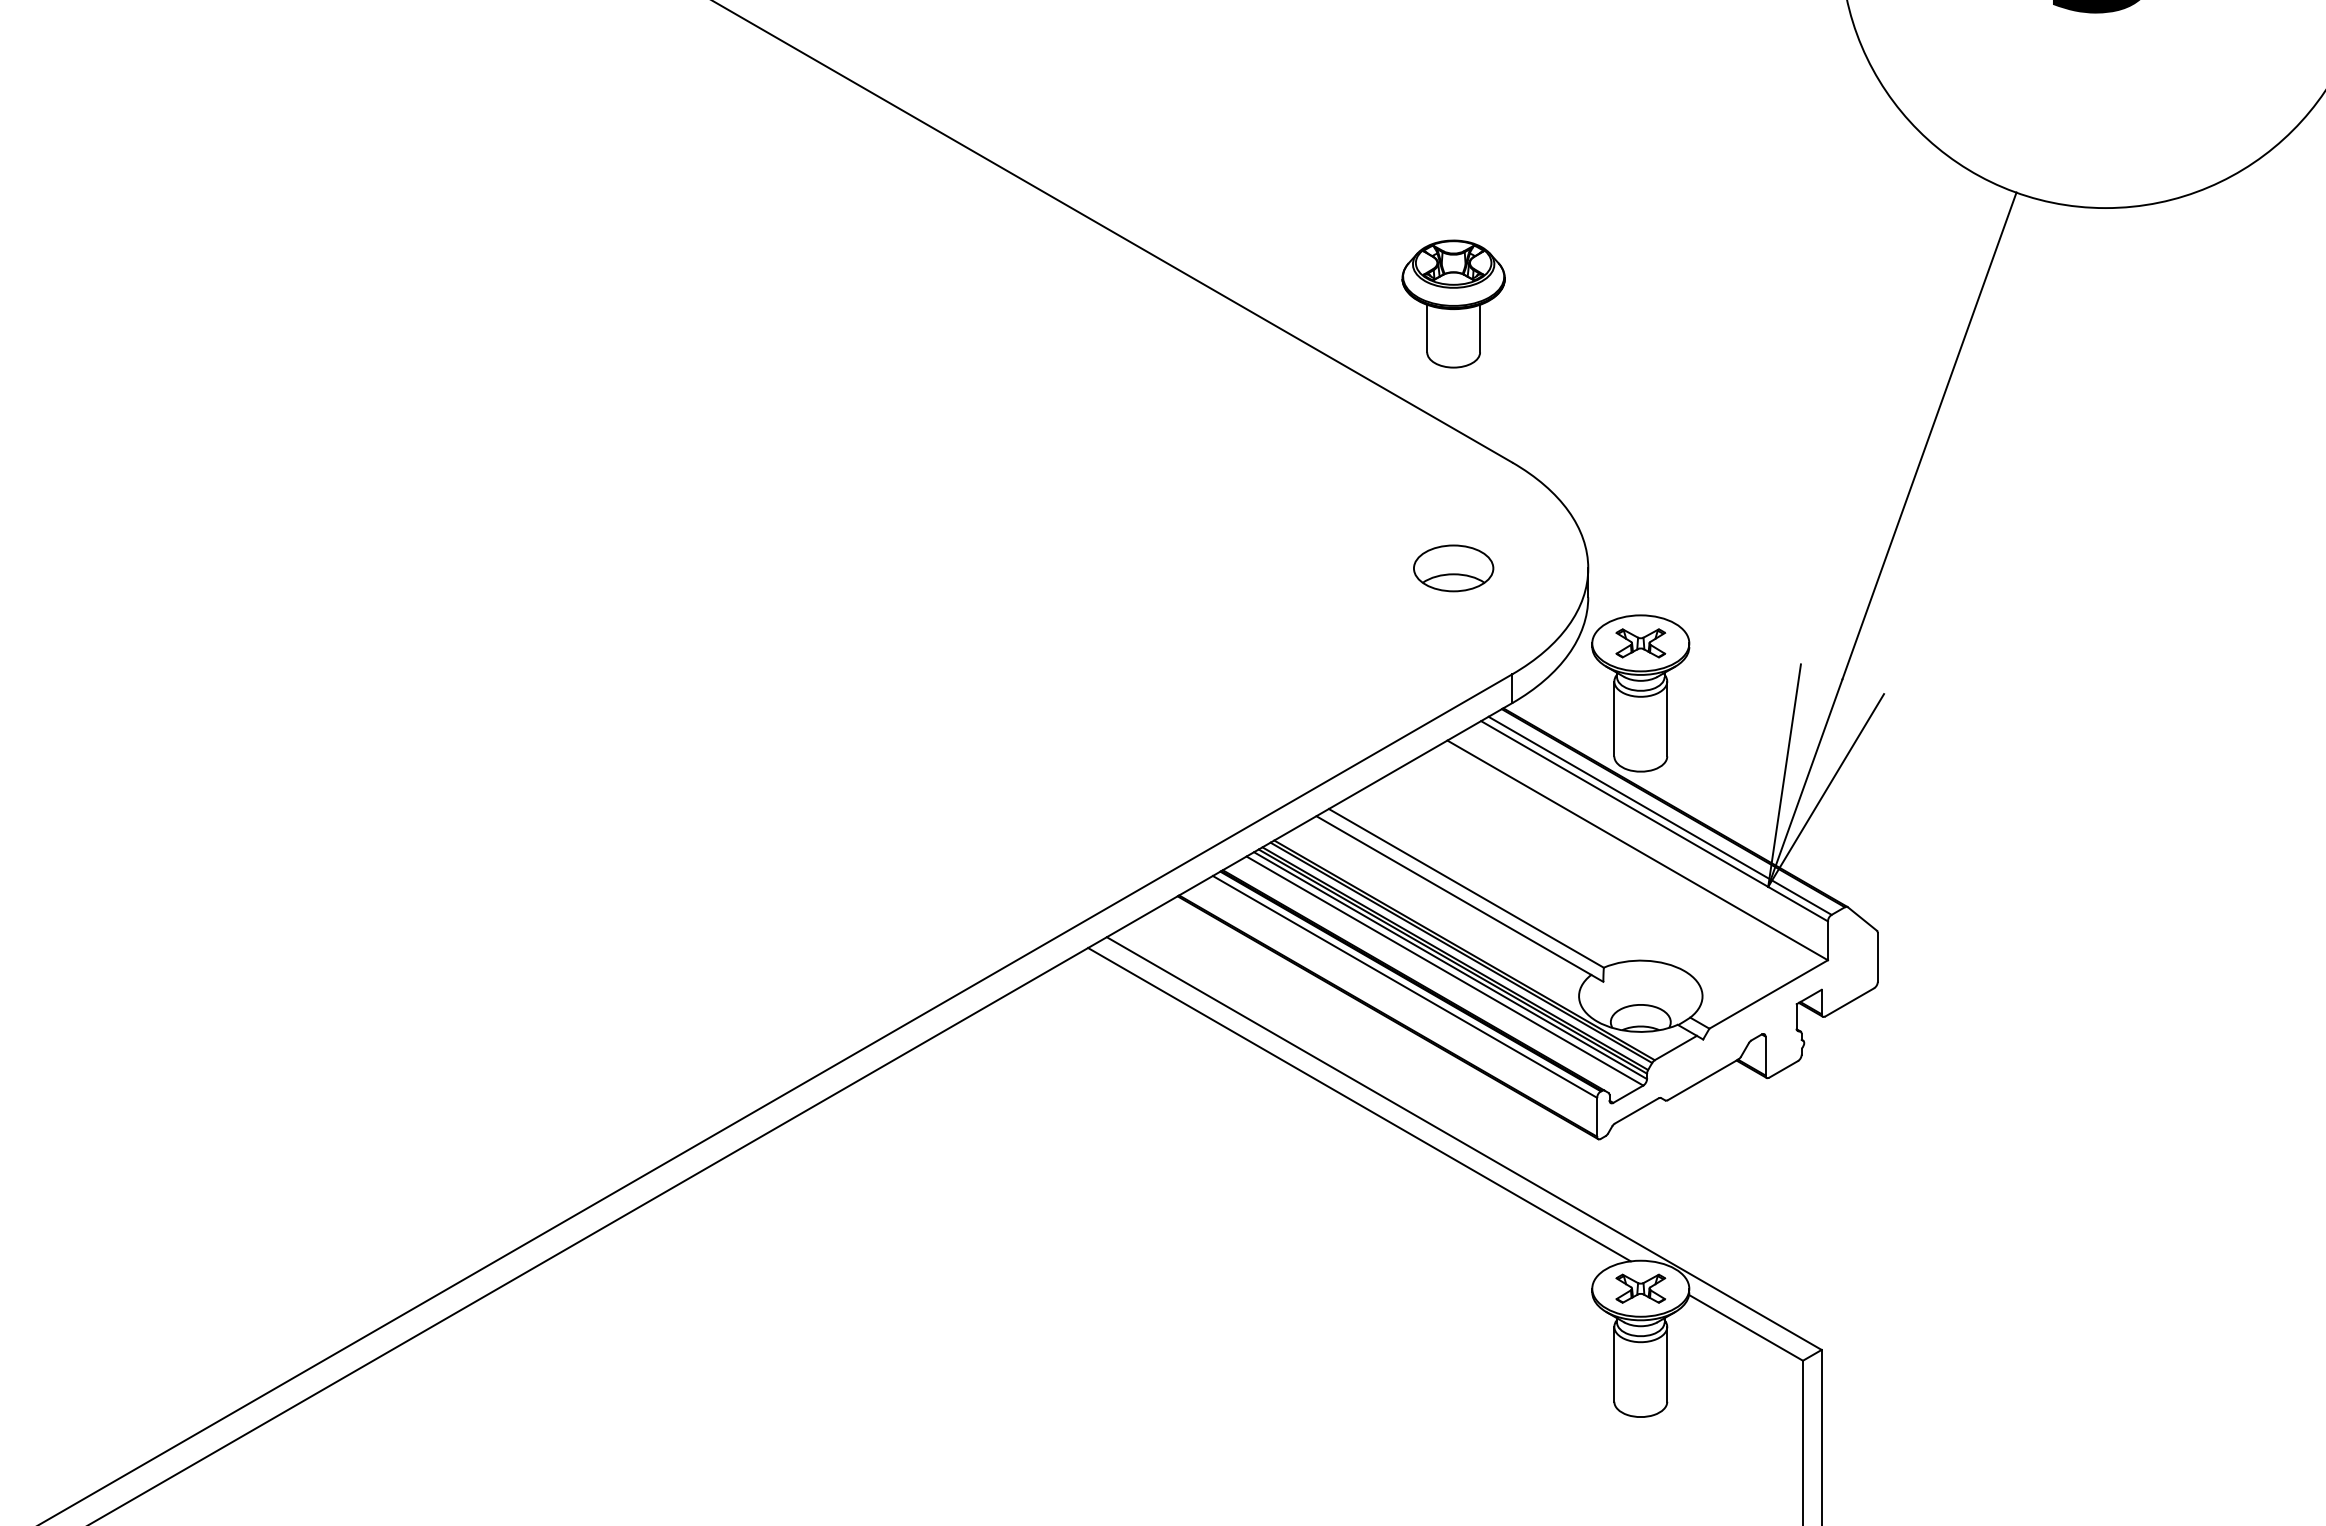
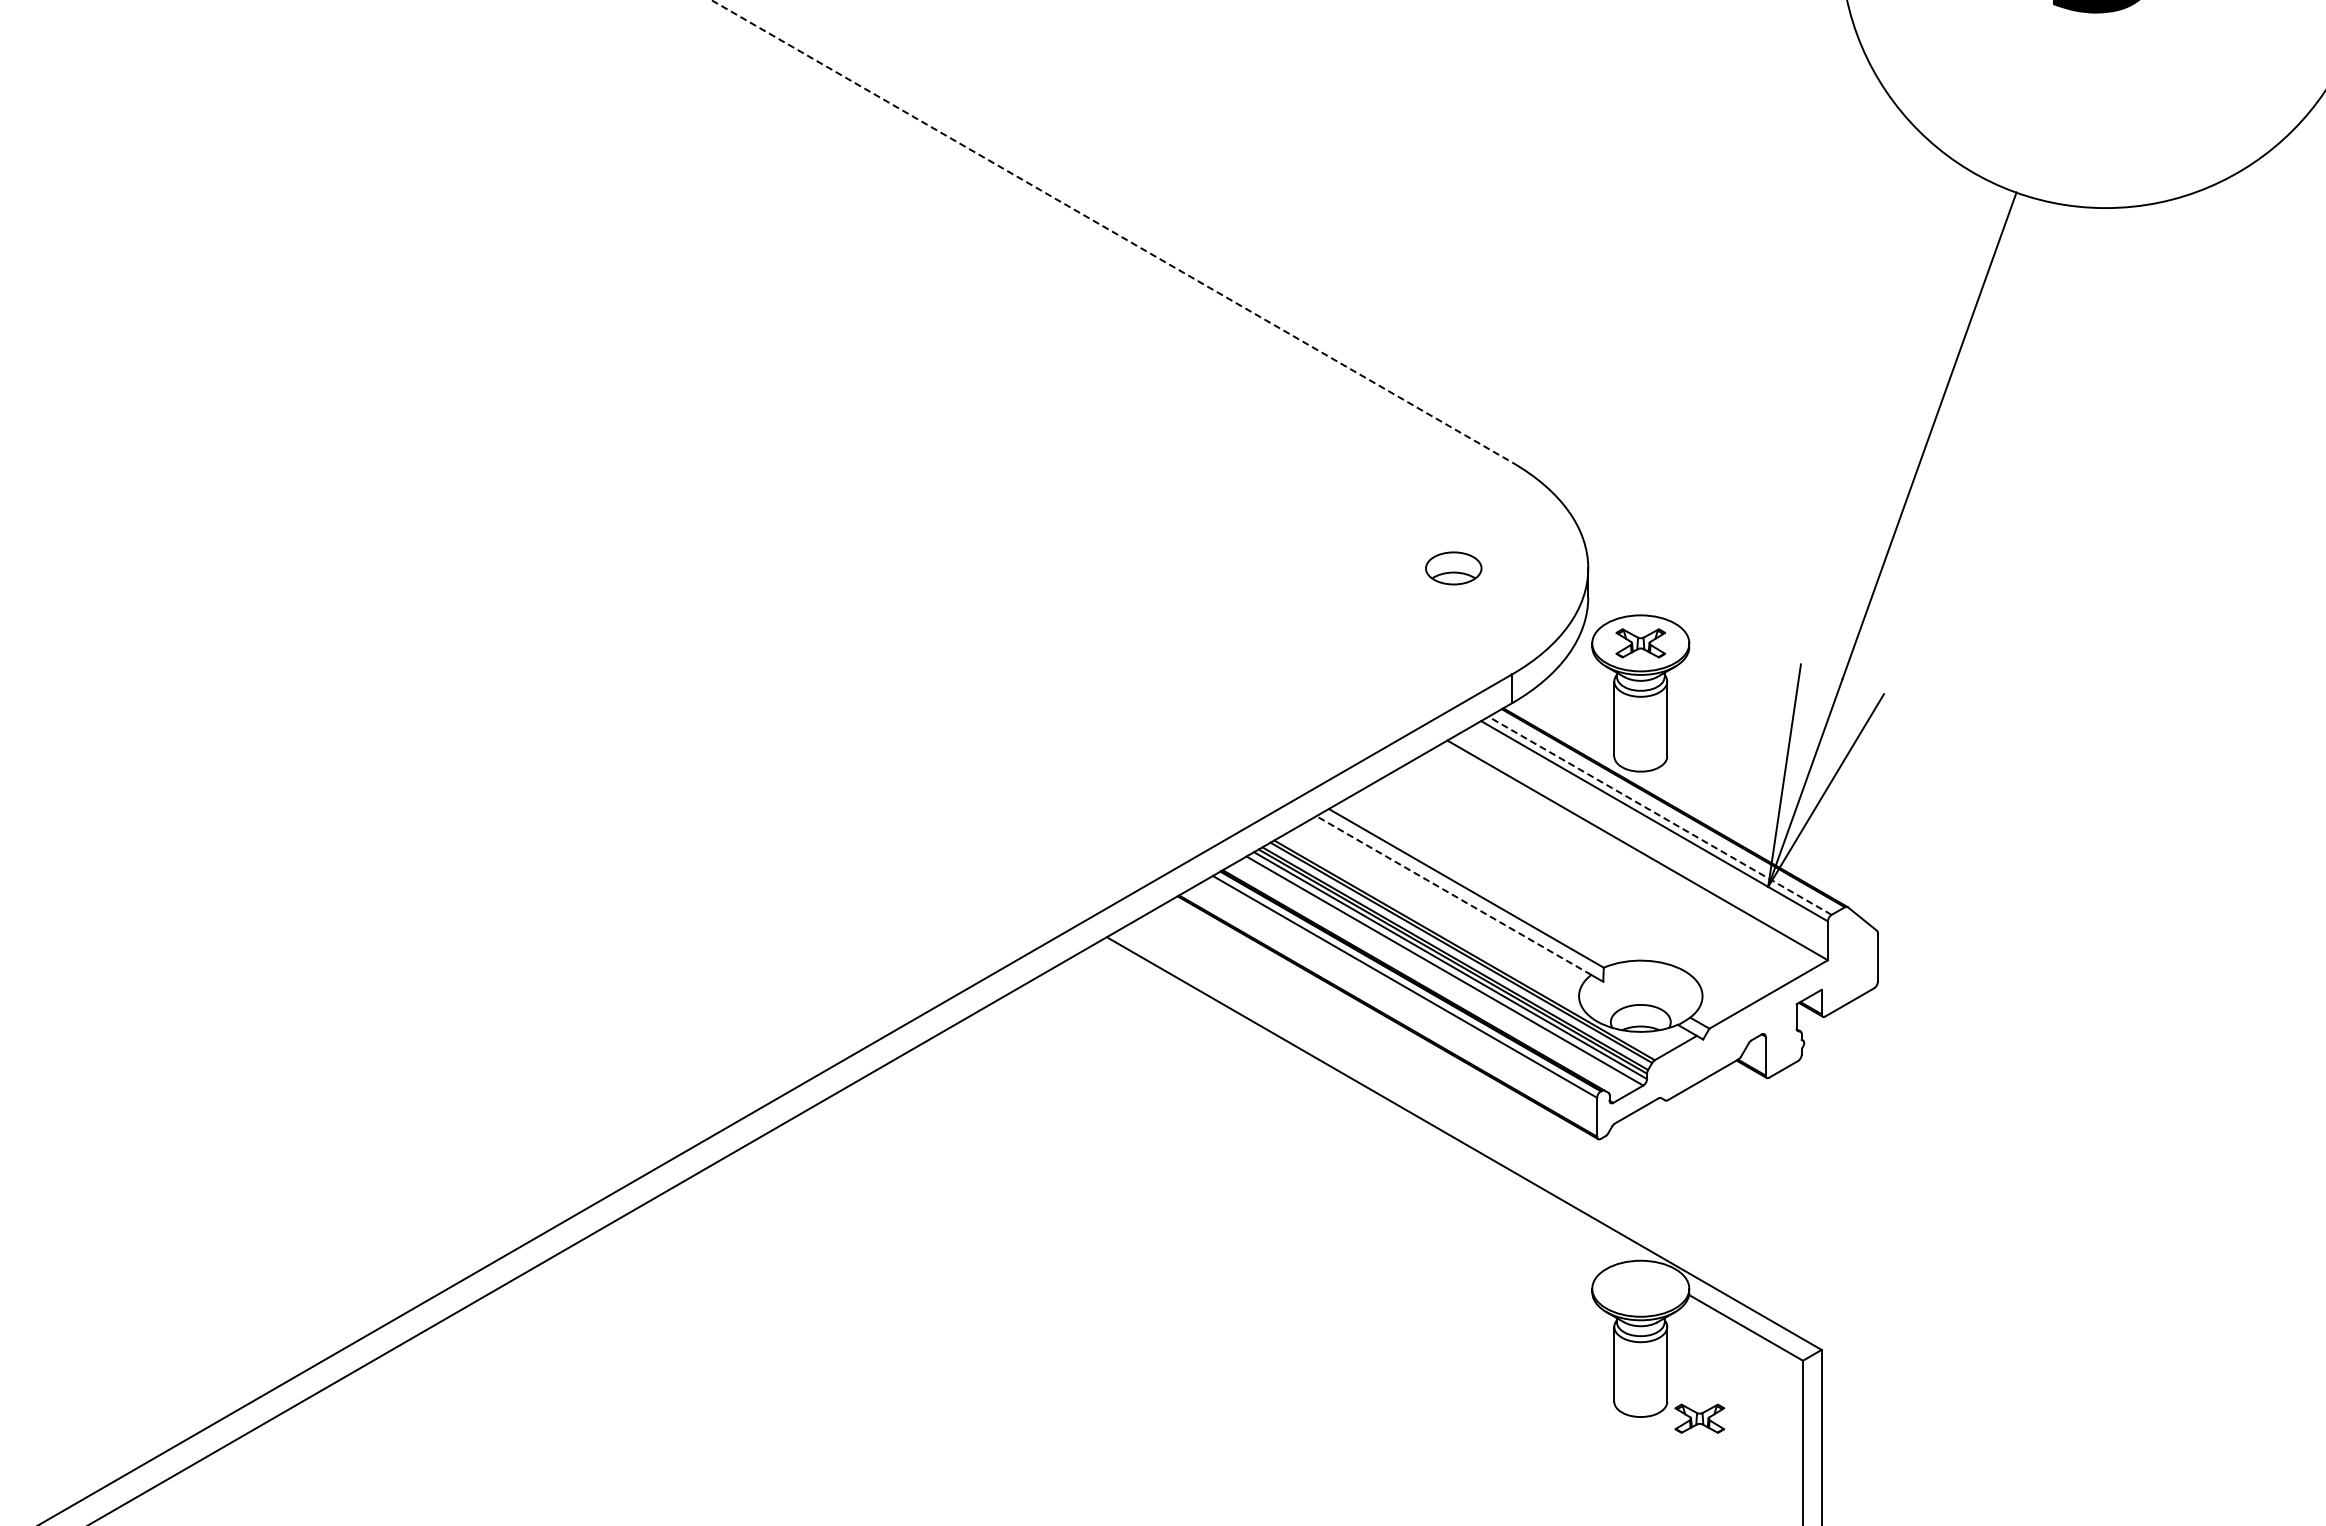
line at (1112, 231): solid -> dashed
part at (1453, 303): present -> none
part at (1453, 568) size: 82x49 px -> 58x35 px
line at (1659, 815): solid -> dashed
line at (1453, 895): solid -> dashed
line at (1359, 1104): present -> none
part at (1640, 1288) position: (1640, 1288) -> (1699, 1418)
